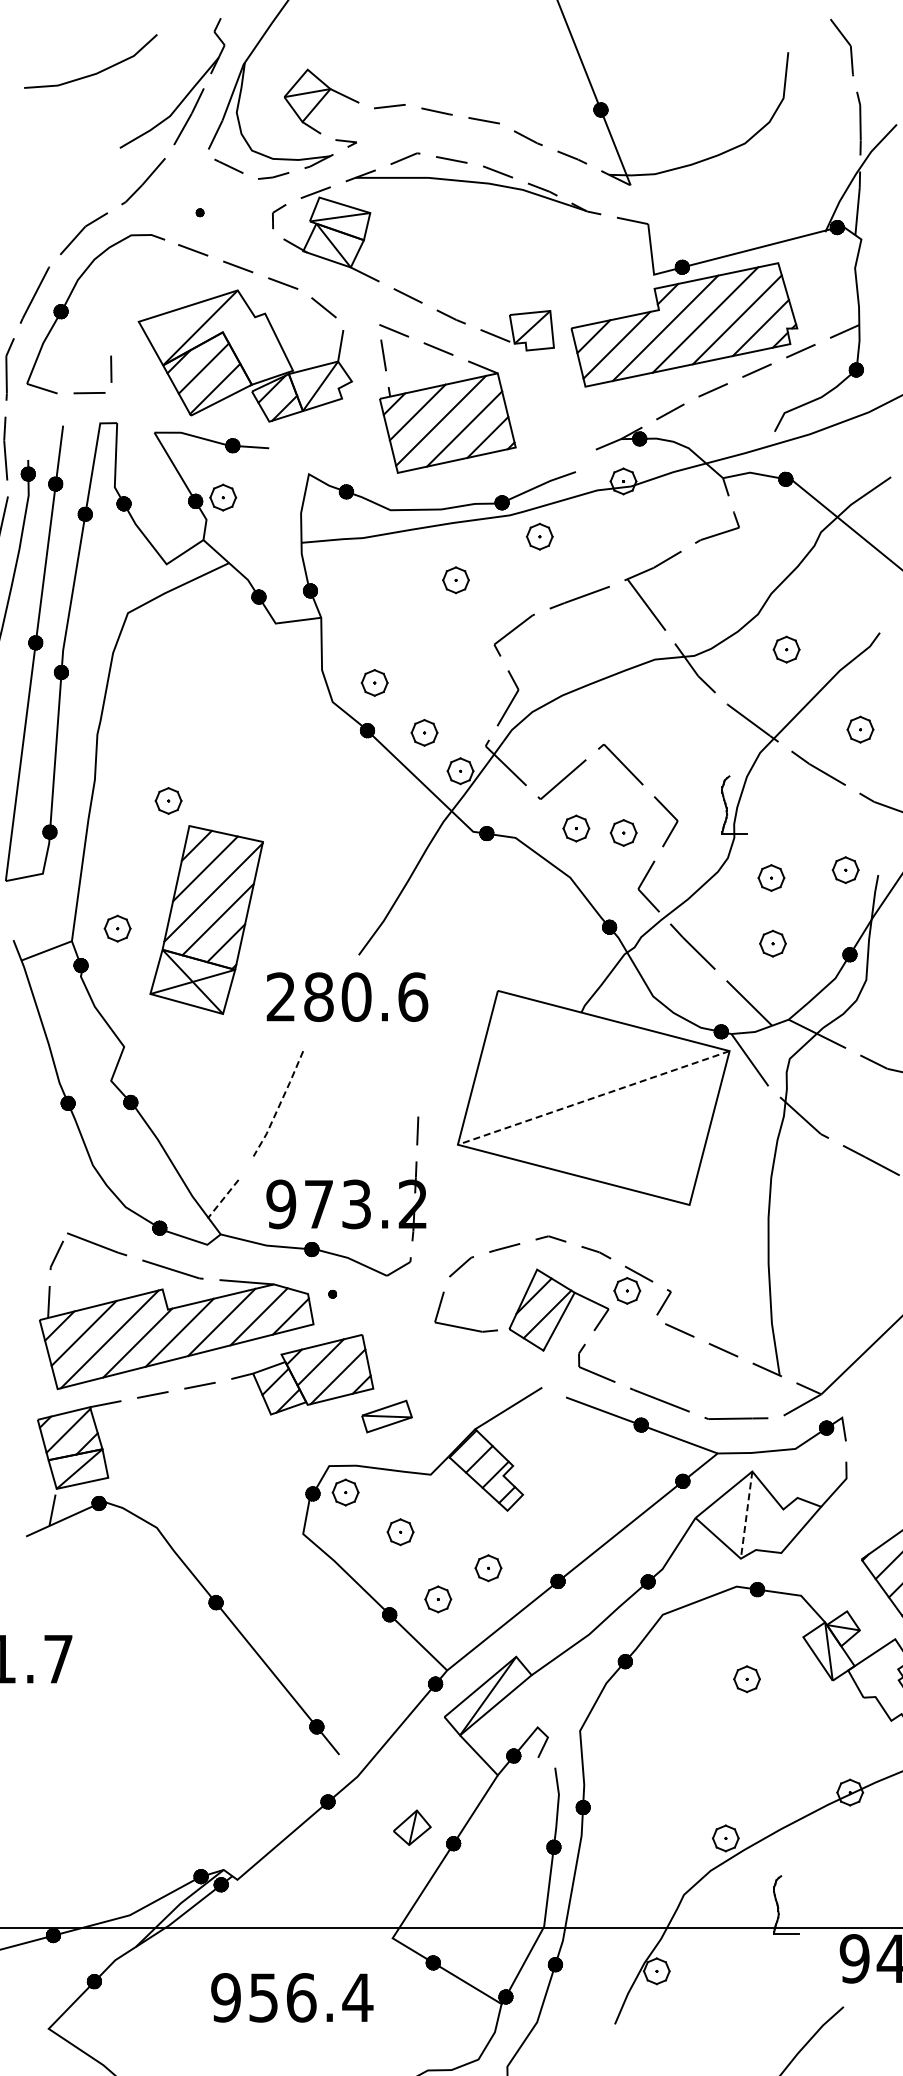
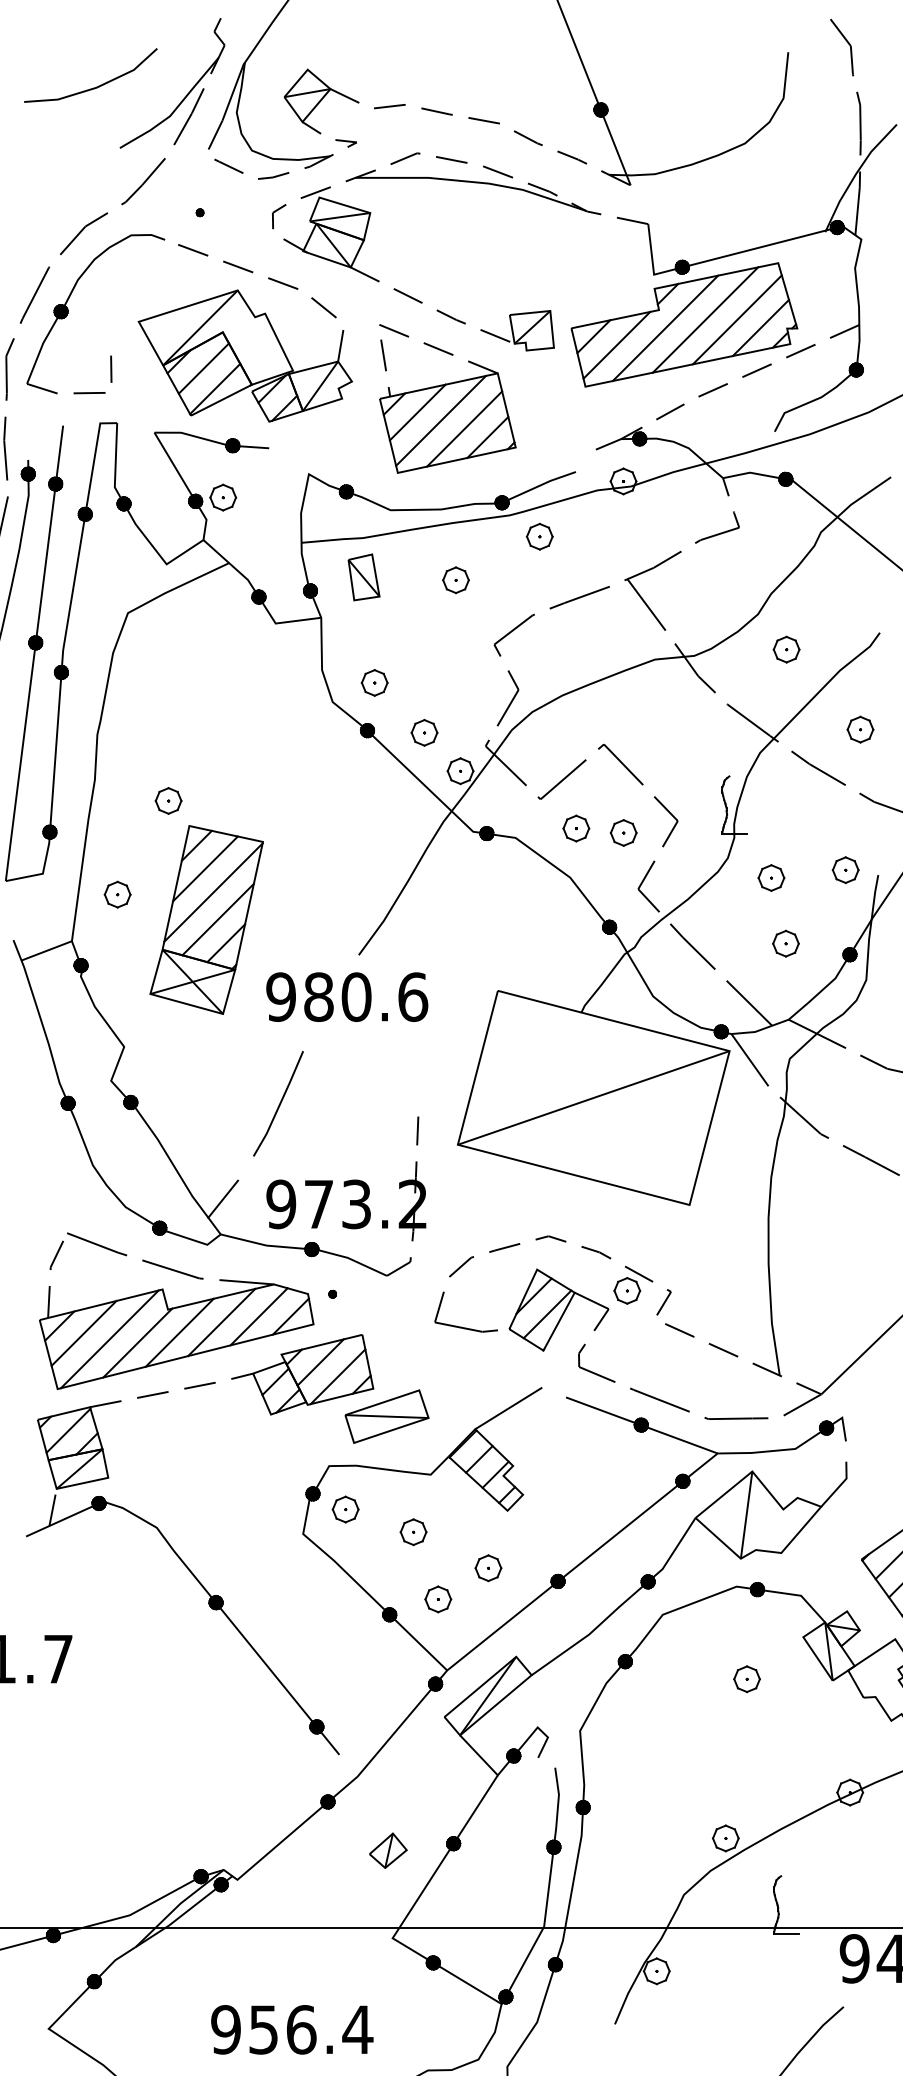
line at (93, 73) position: (93, 73) -> (93, 87)
part at (363, 577): none -> present
part at (117, 928) position: (117, 928) -> (117, 894)
part at (772, 943) position: (772, 943) -> (785, 943)
text at (280, 996): 280.6 -> 980.6
line at (593, 1097): dashed -> solid
line at (279, 1105): dashed -> solid
line at (223, 1199): dashed -> solid
part at (386, 1416) size: 52x35 px -> 86x55 px
part at (345, 1492) position: (345, 1492) -> (345, 1509)
line at (746, 1515): dashed -> solid
part at (400, 1532) position: (400, 1532) -> (413, 1532)
part at (412, 1827) position: (412, 1827) -> (388, 1850)
text at (292, 1997) position: (292, 1997) -> (292, 2029)
